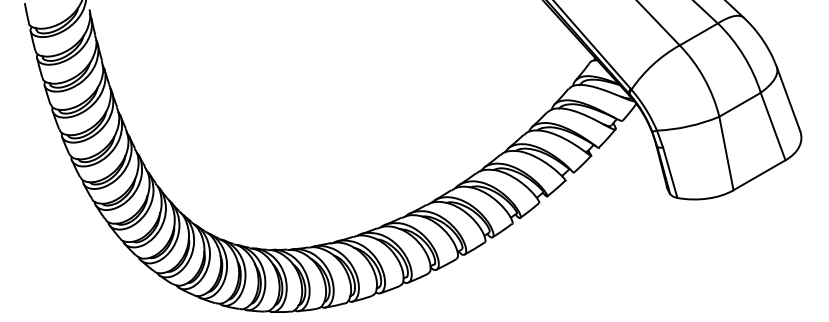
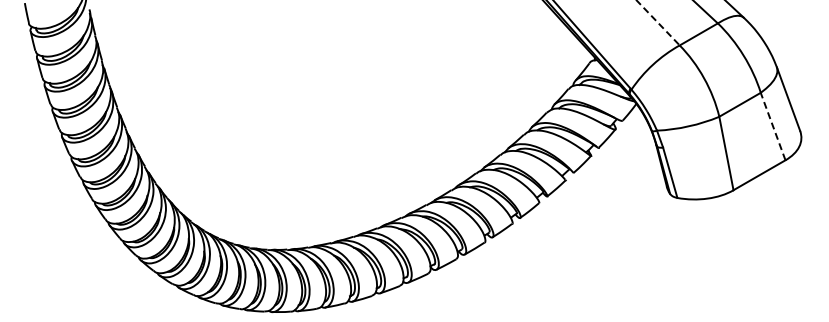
line at (658, 23): solid -> dashed
line at (773, 126): solid -> dashed
